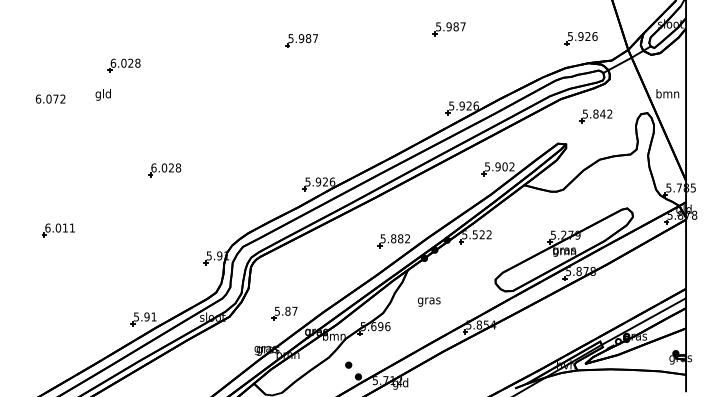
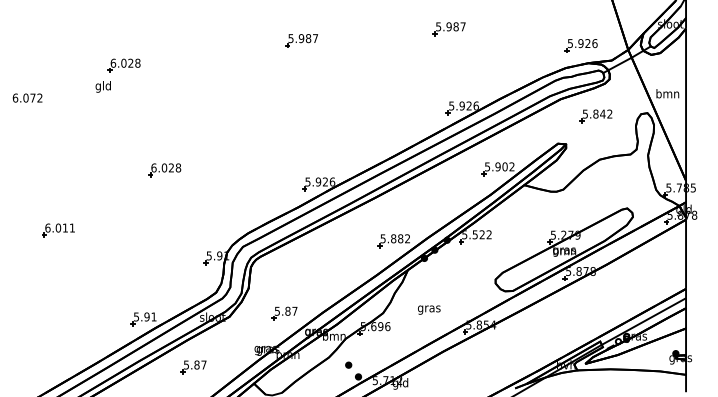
part at (580, 38) position: (580, 38) -> (580, 45)
text at (102, 94) position: (102, 94) -> (102, 86)
text at (50, 98) position: (50, 98) -> (27, 97)
text at (429, 301) position: (429, 301) -> (429, 309)
part at (193, 367): none -> present
